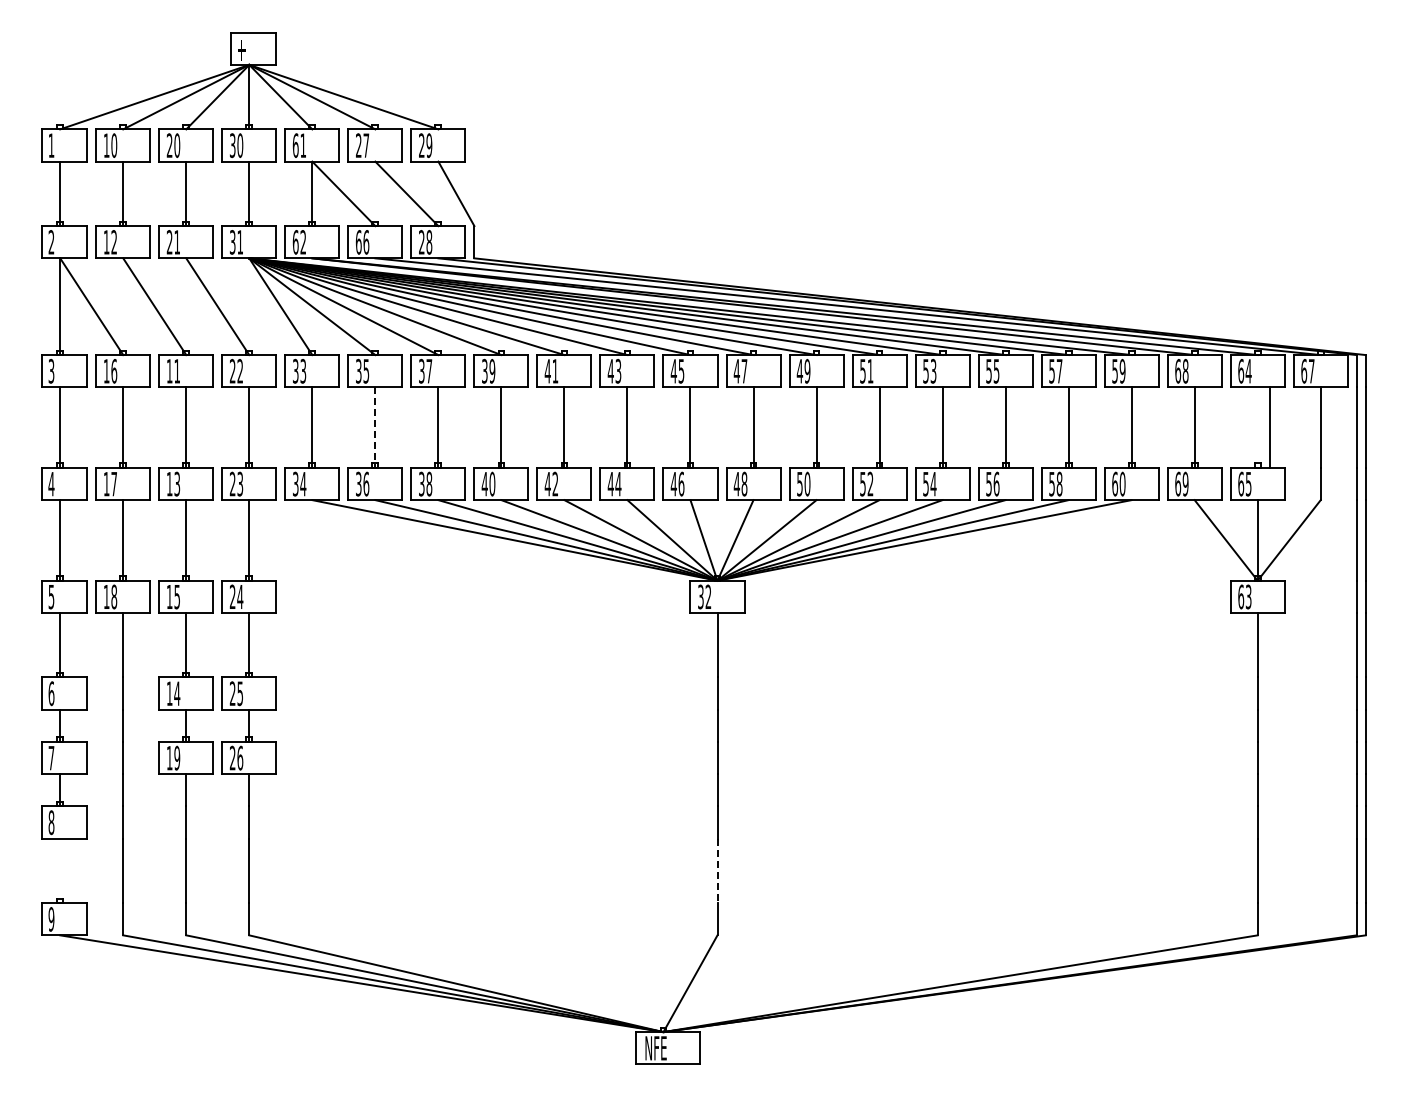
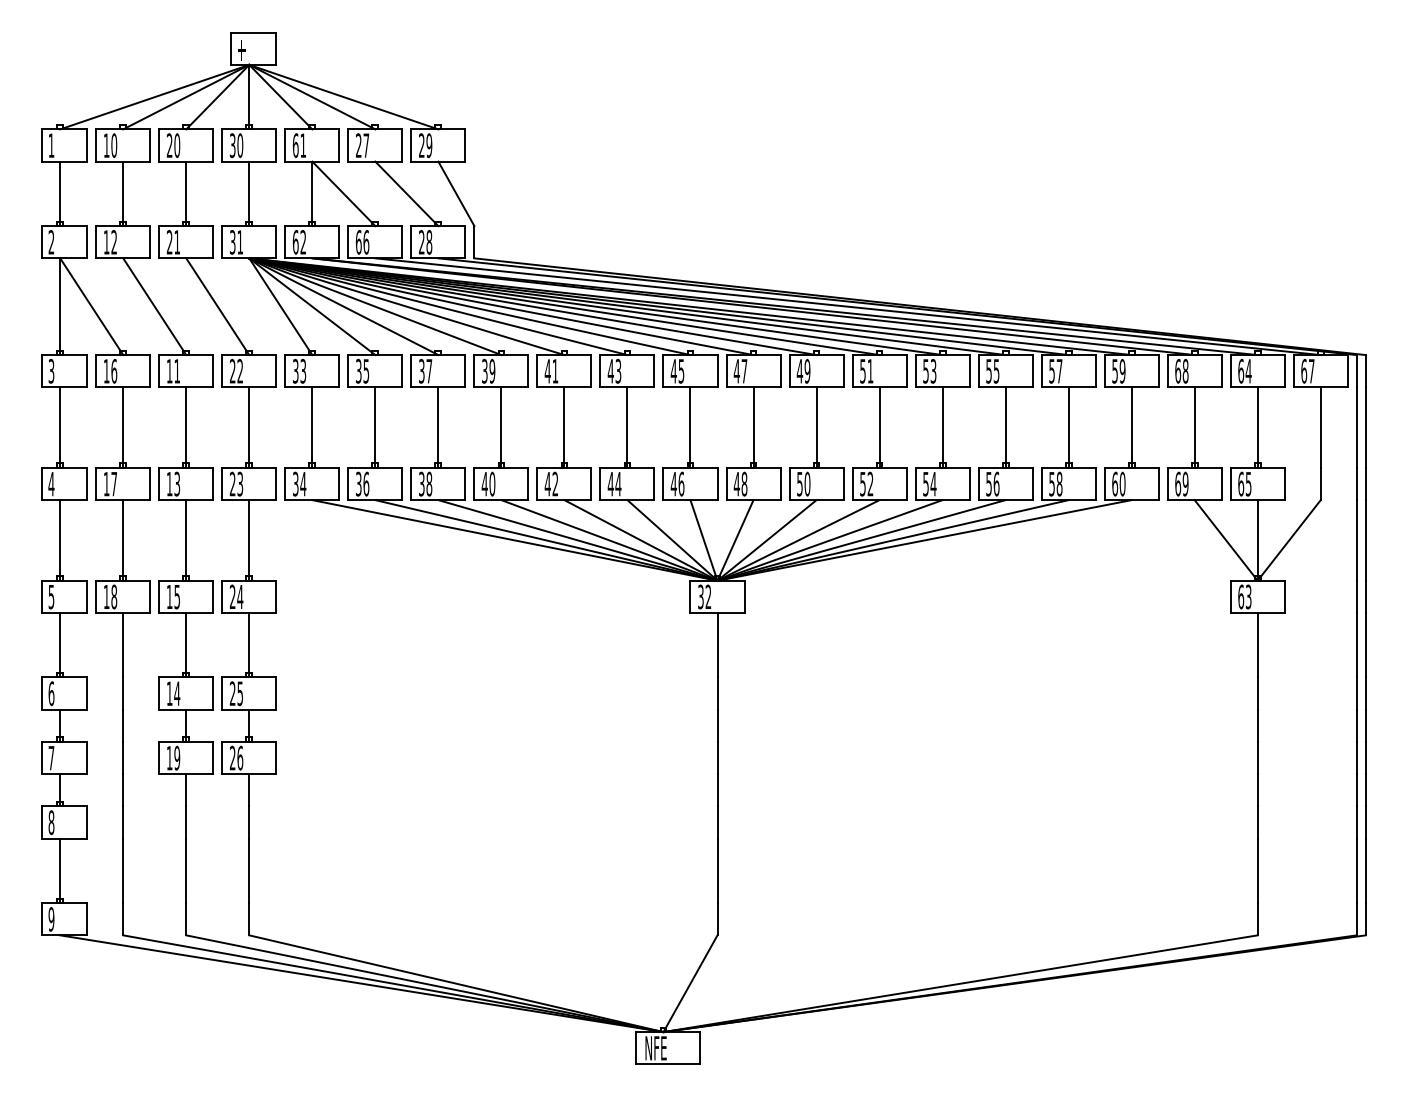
line at (1269, 427) position: (1269, 427) -> (1257, 427)
line at (375, 428): dashed -> solid
line at (60, 870): none -> present
line at (717, 871): dashed -> solid
